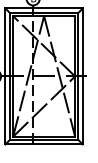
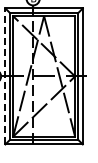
line at (5, 76): solid -> dashed
